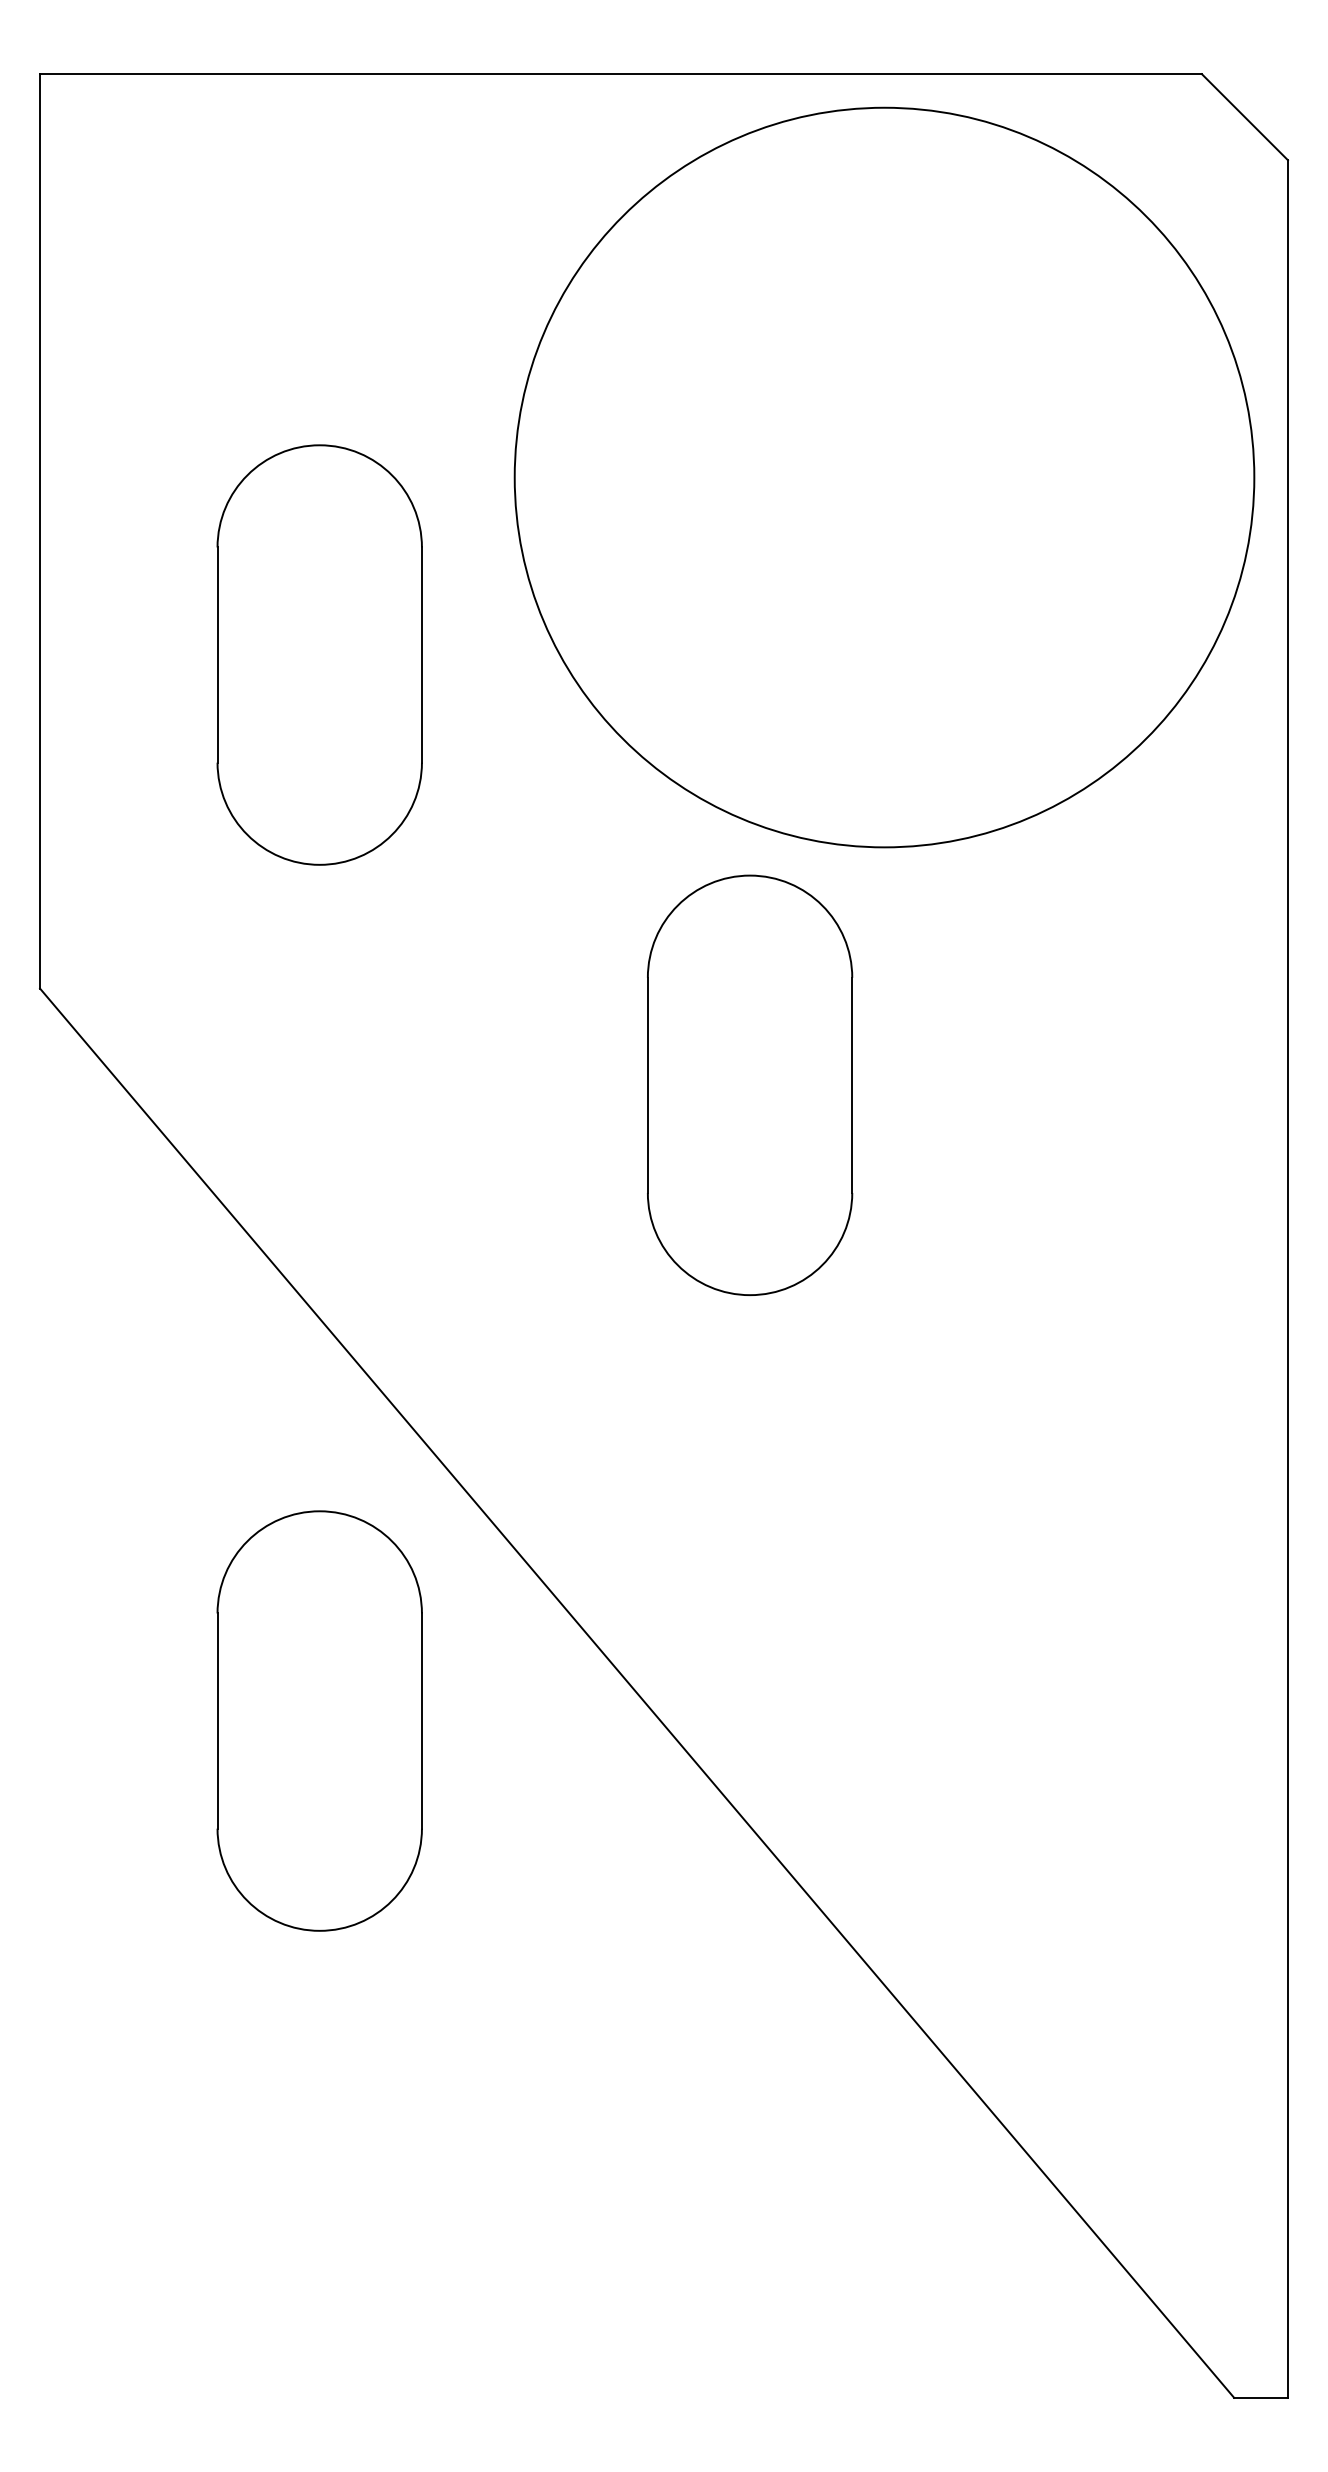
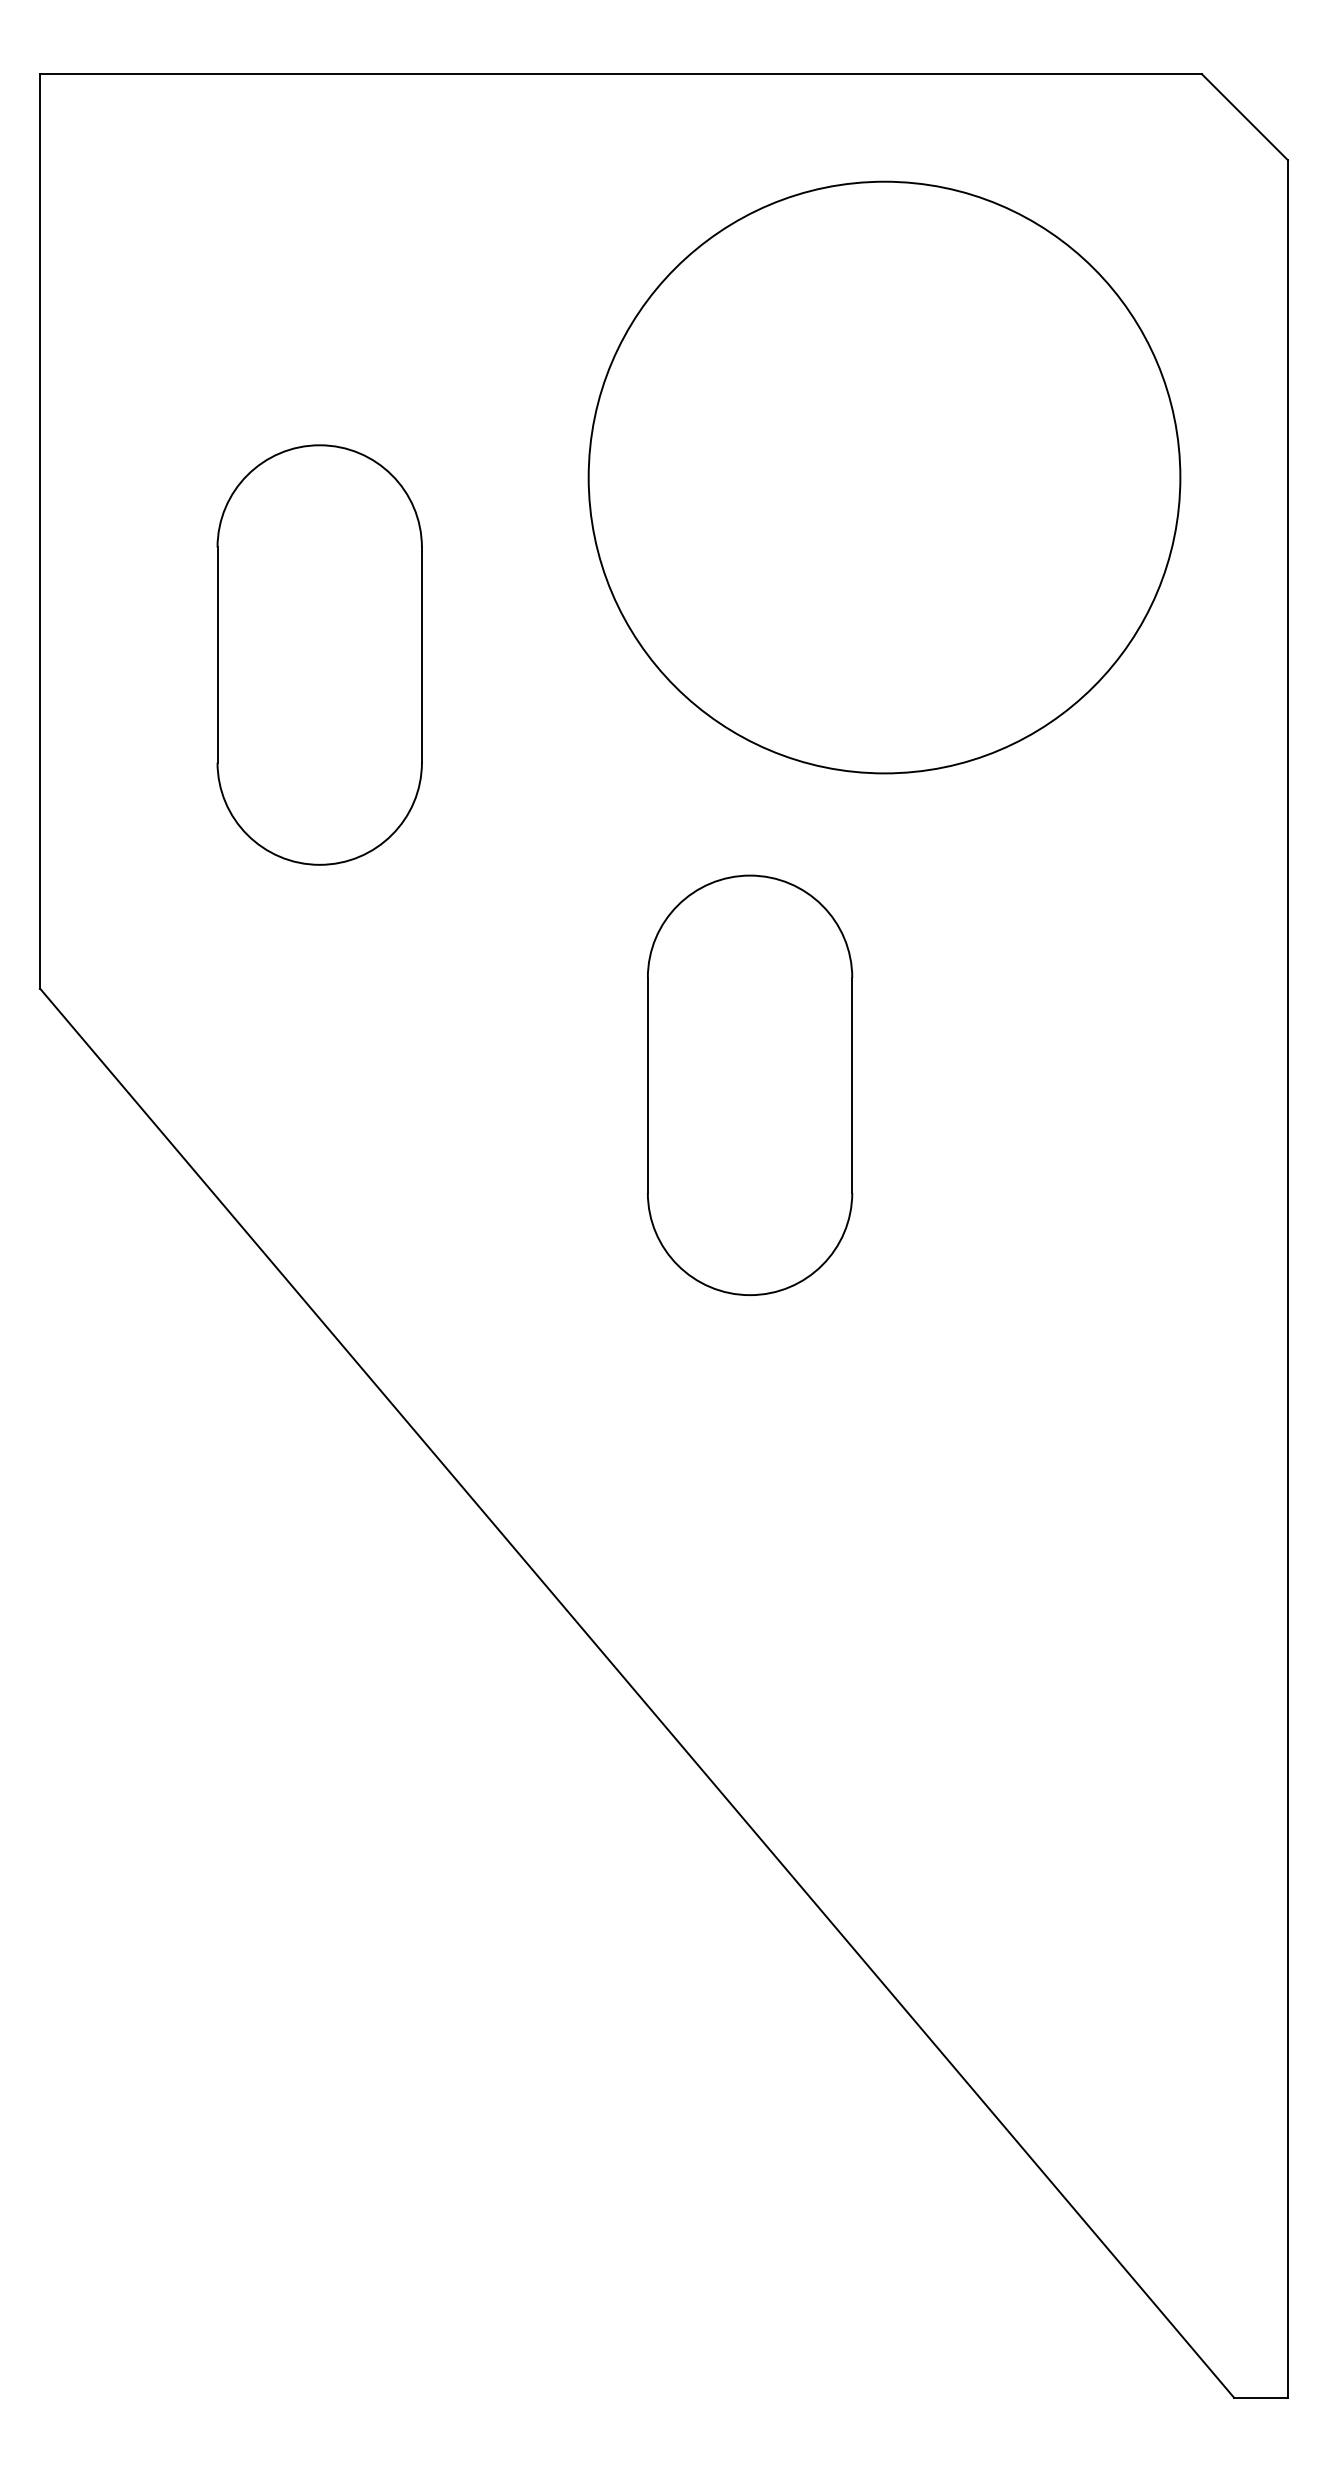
circle at (884, 477) diameter: 740 px -> 592 px
part at (319, 1720): present -> none
